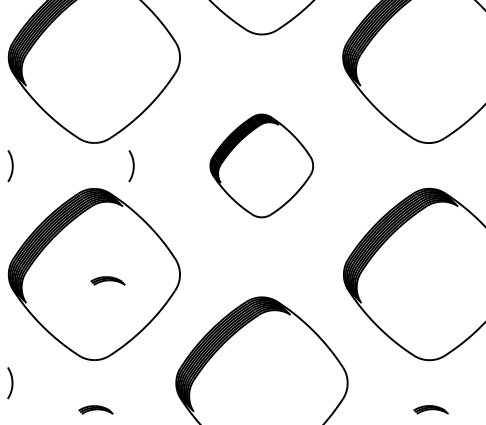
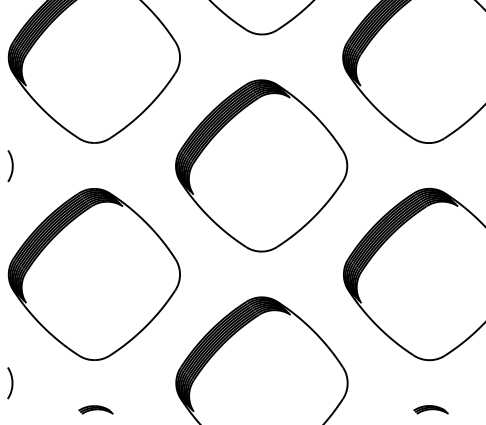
part at (261, 165) size: 105x106 px -> 174x174 px
curve at (132, 166): present -> none
part at (107, 280): present -> none
